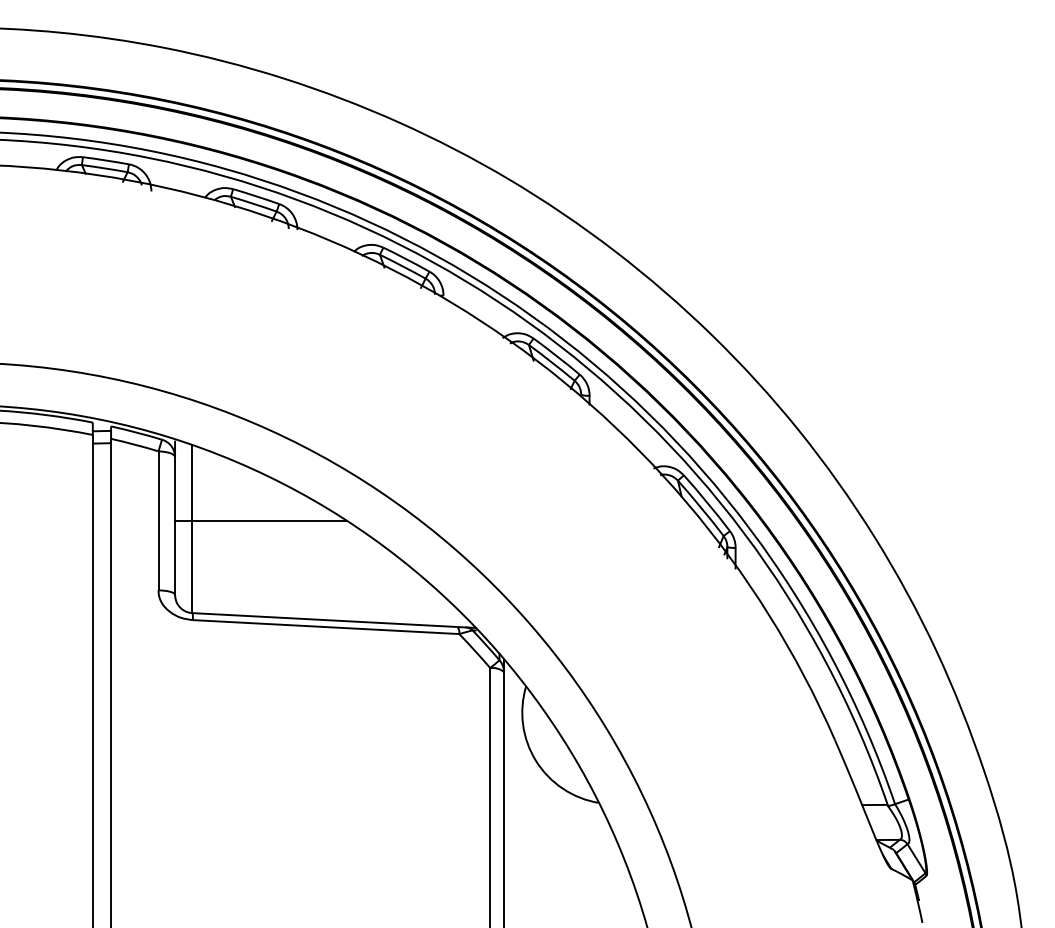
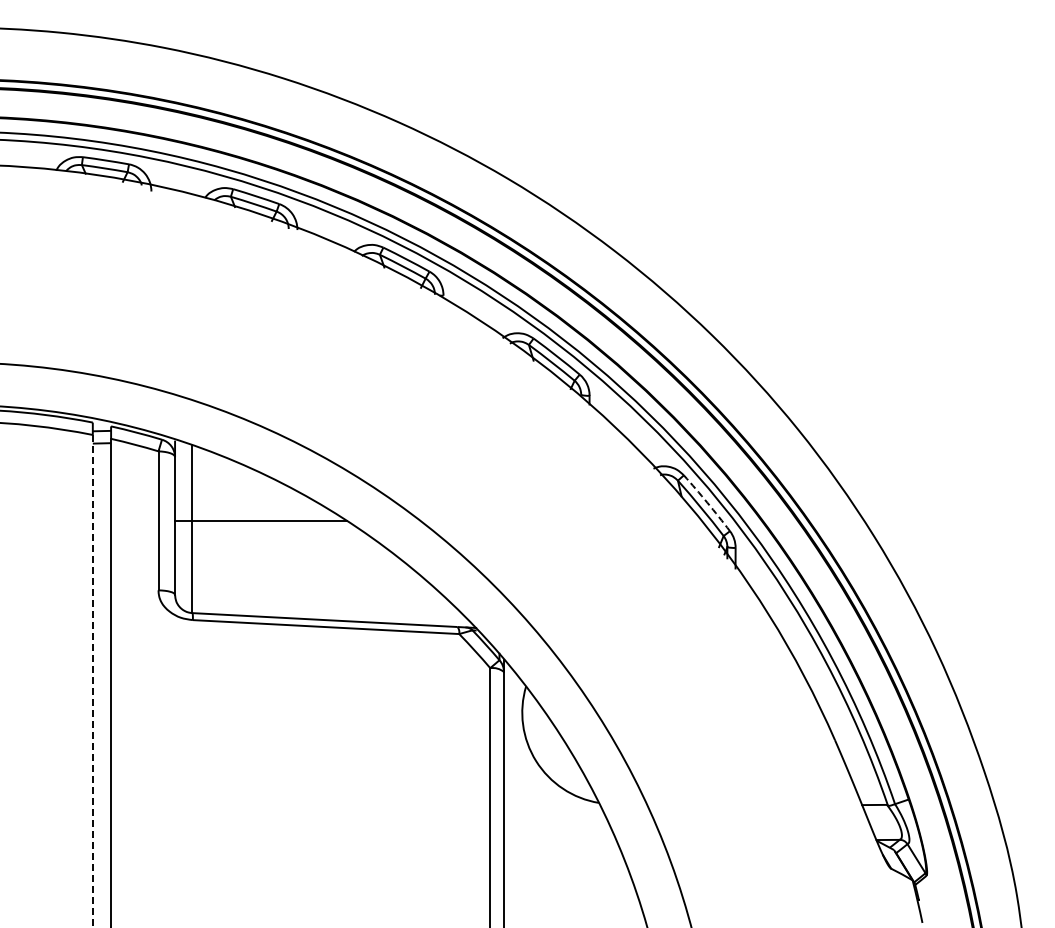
arc at (707, 502): solid -> dashed
line at (92, 681): solid -> dashed
